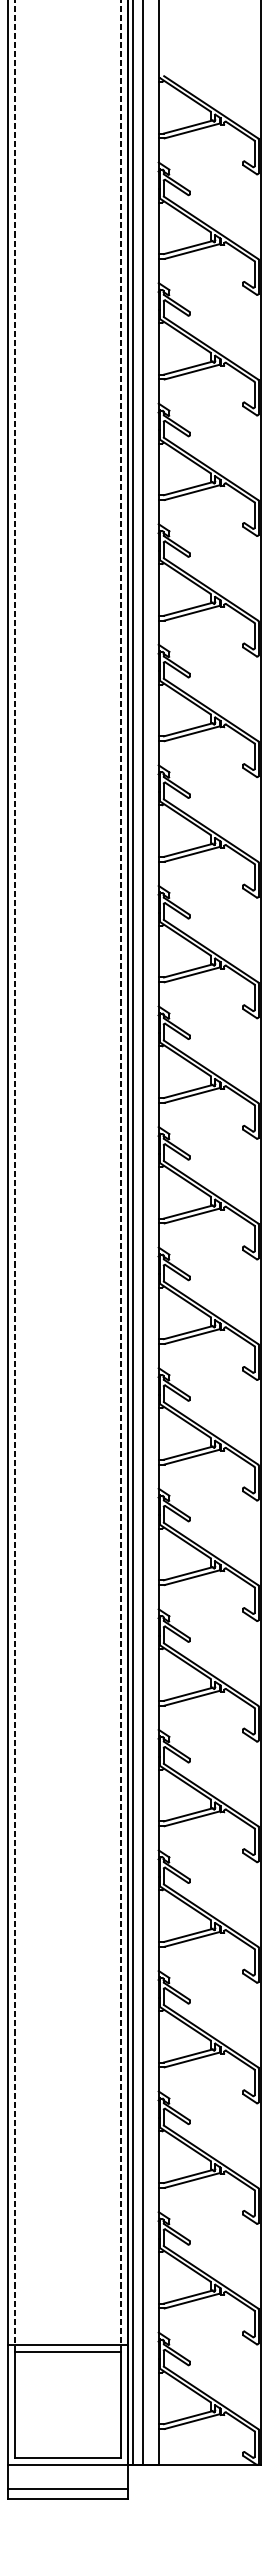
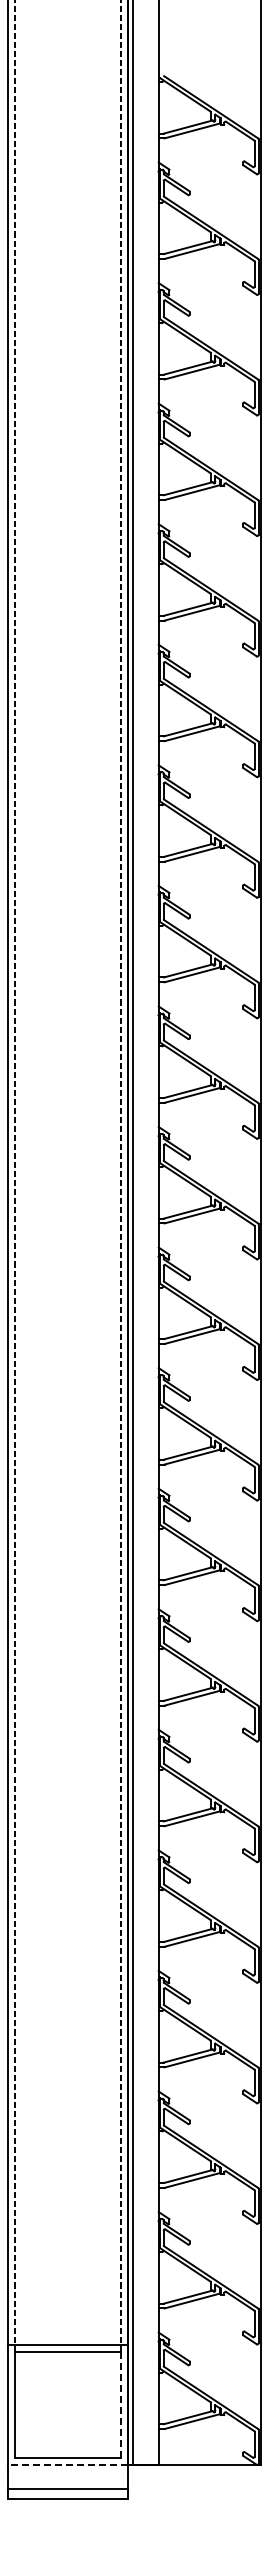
line at (143, 1233): present -> none
line at (121, 2404): solid -> dashed
line at (67, 2464): solid -> dashed
